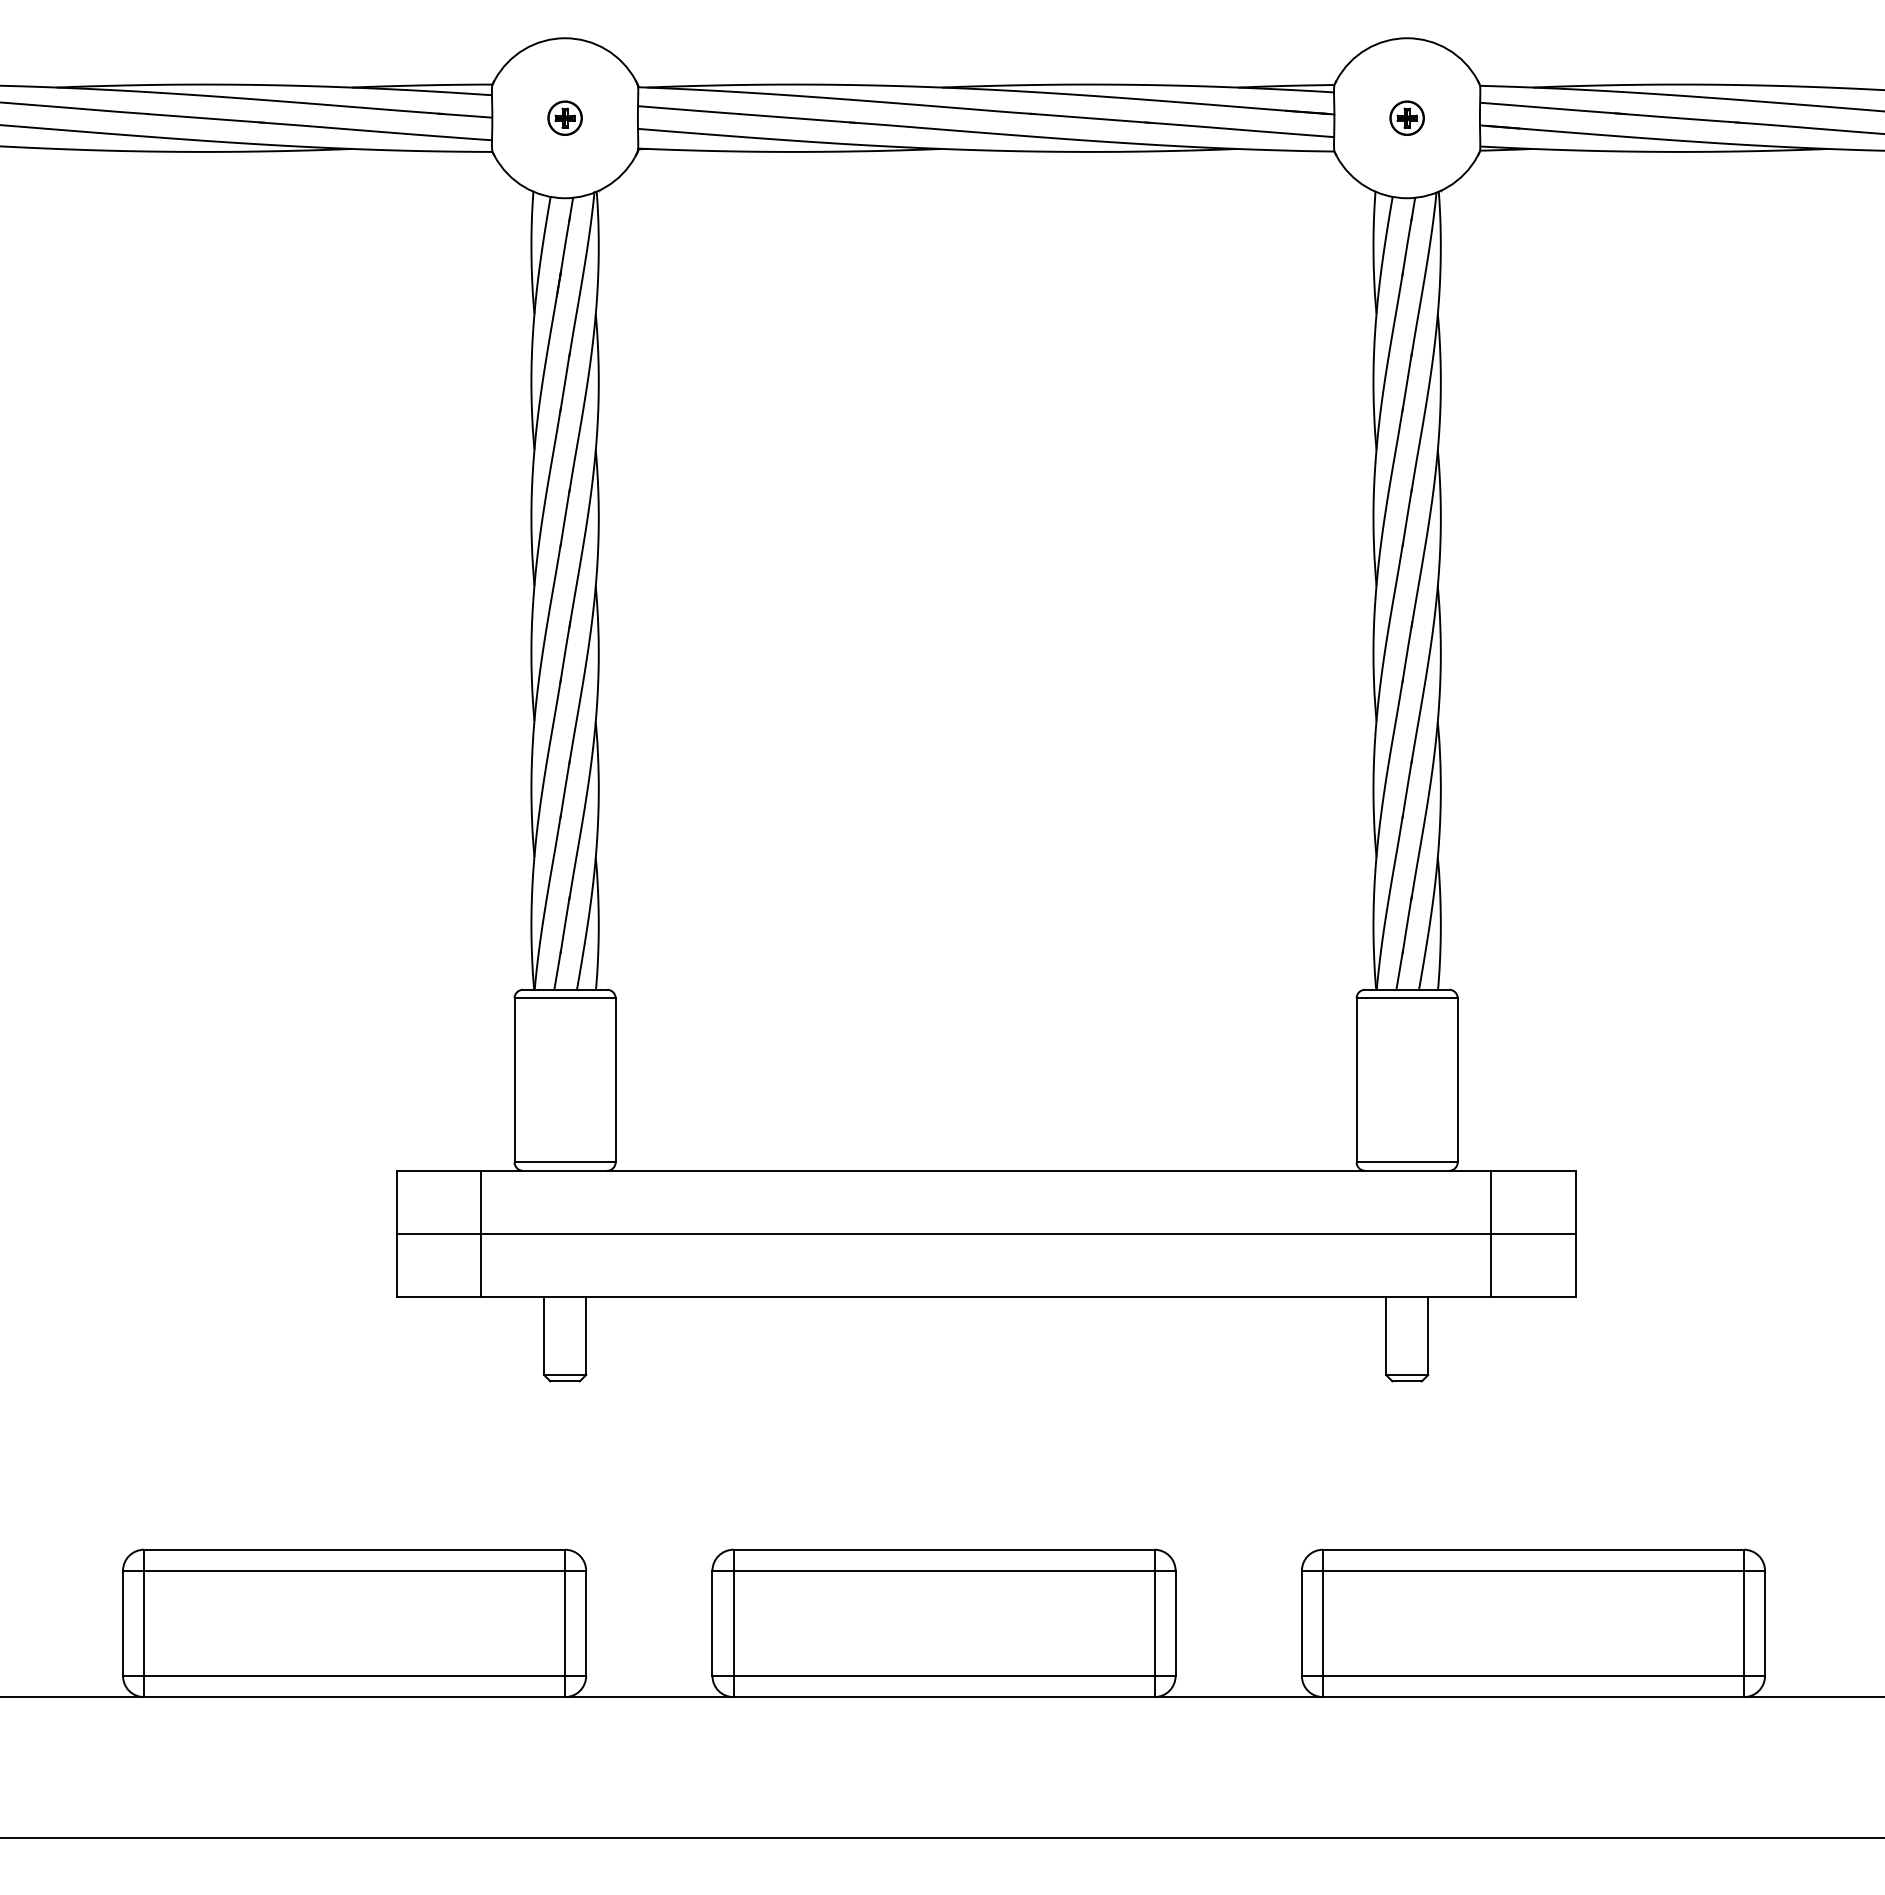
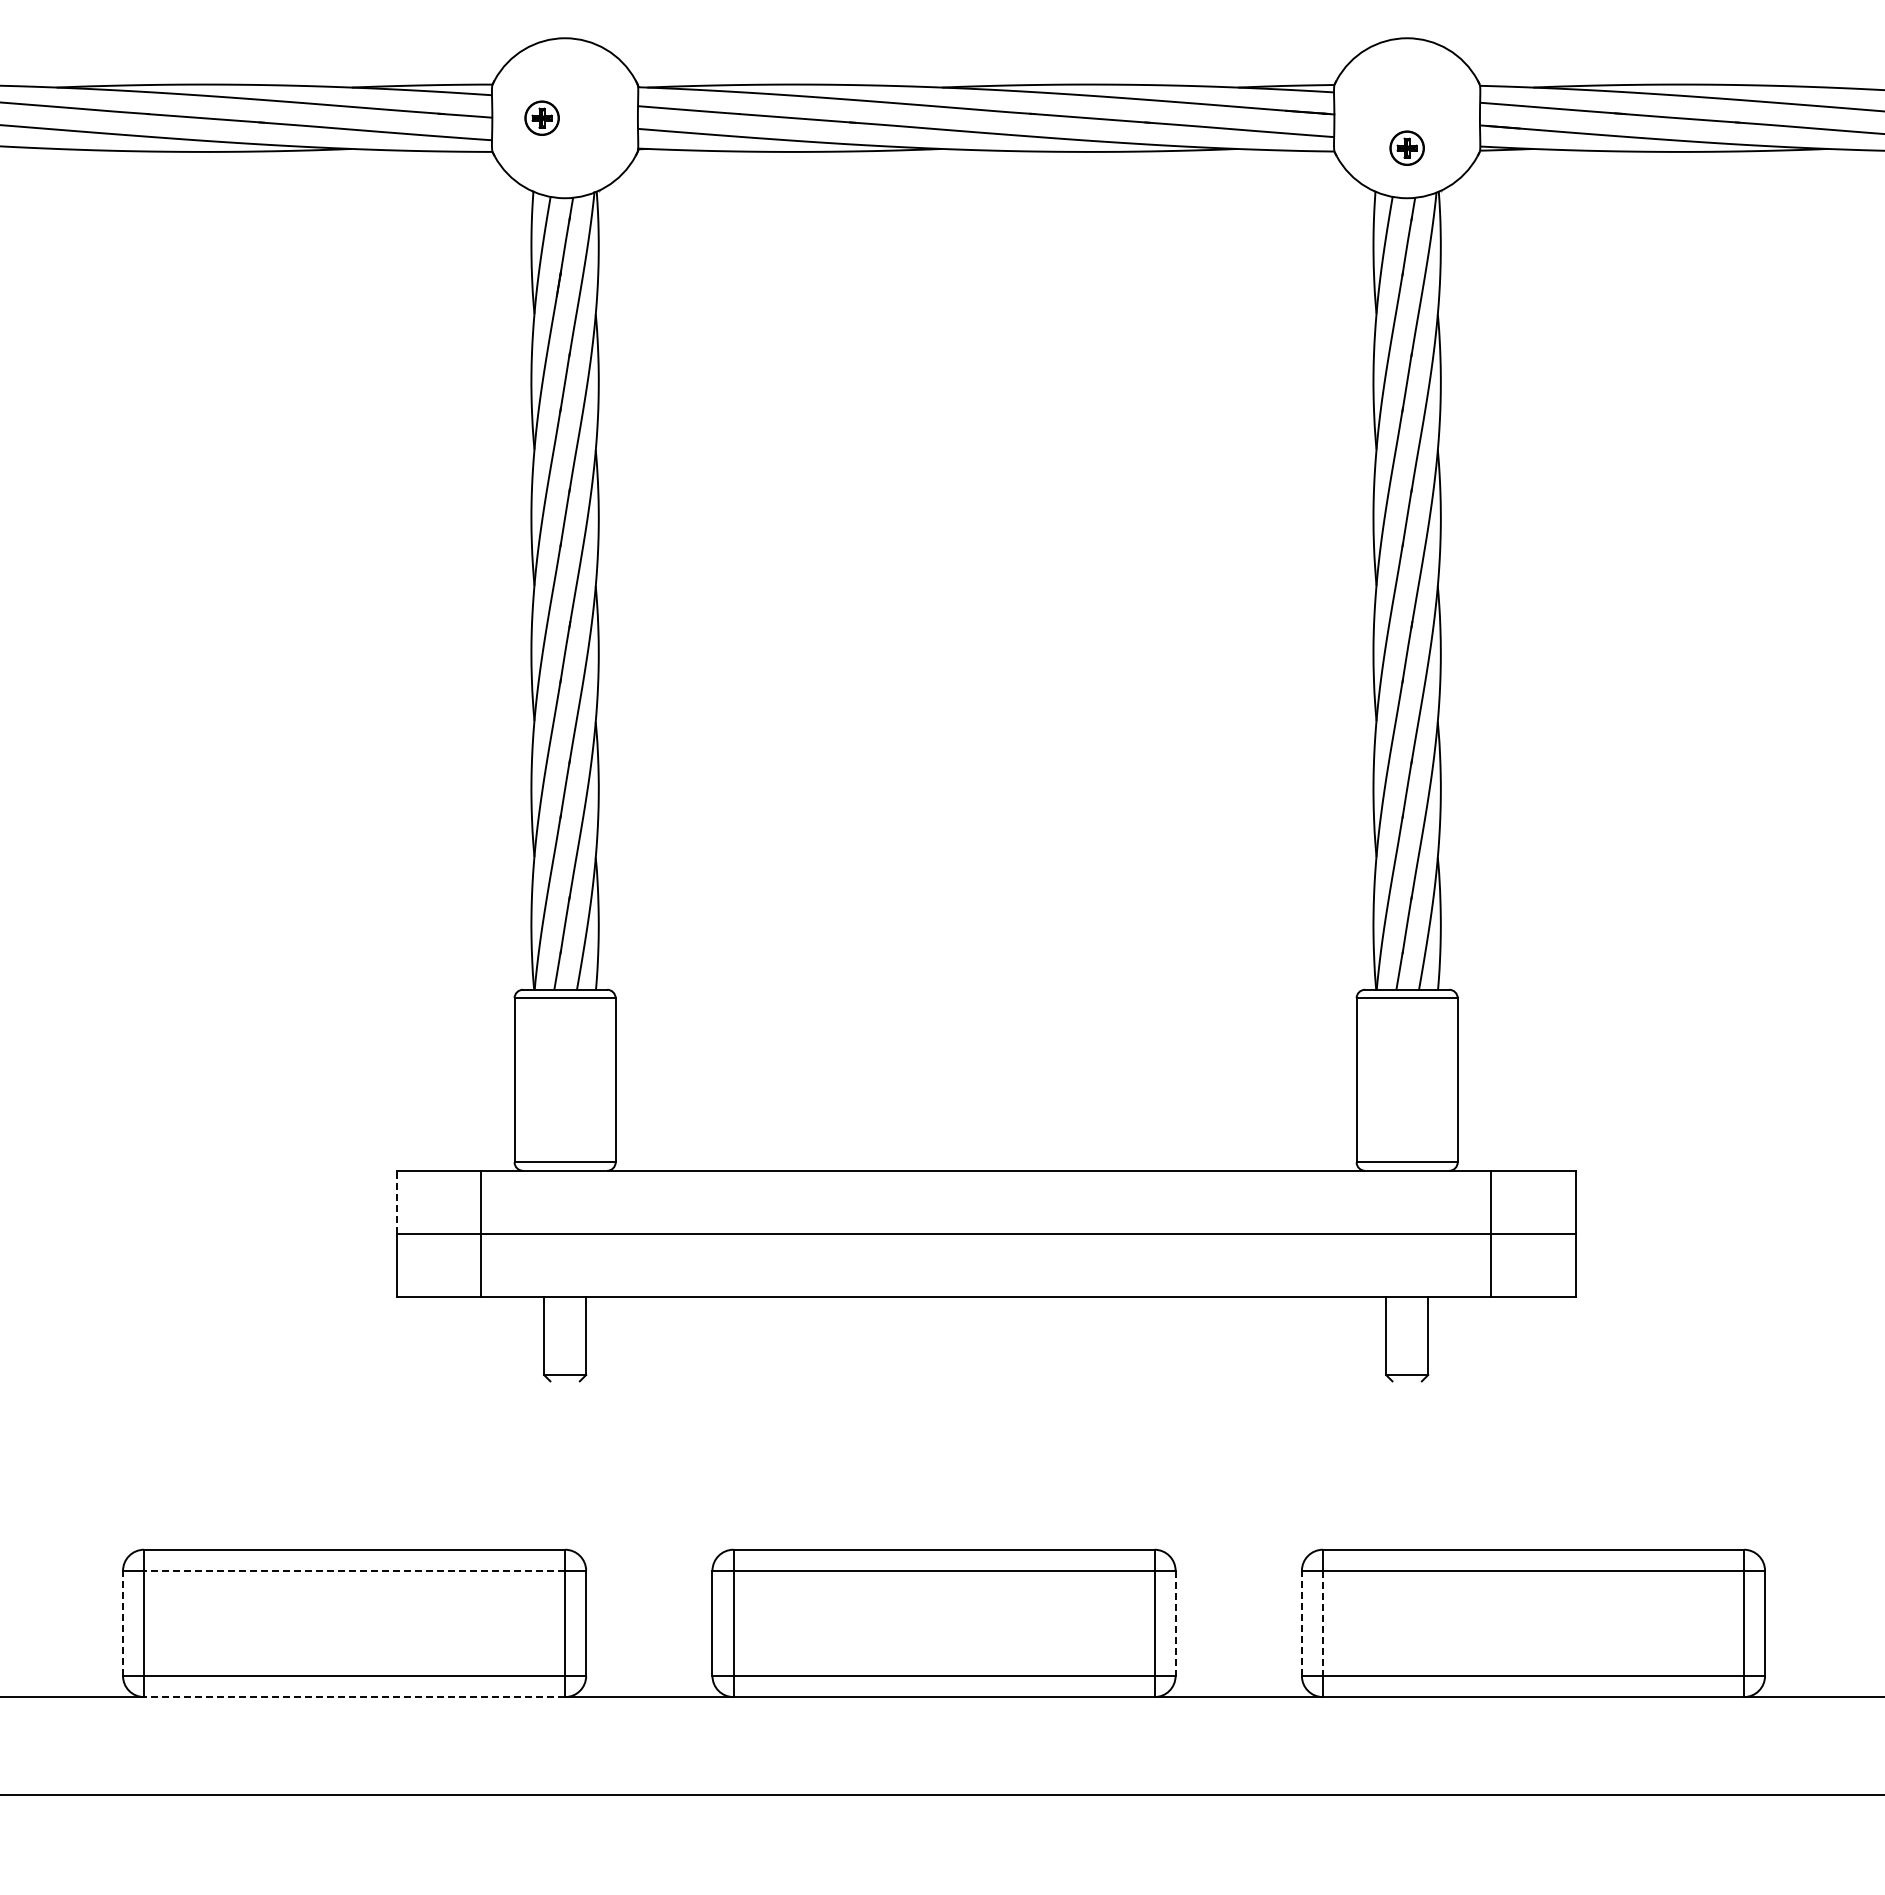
part at (564, 117) position: (564, 117) -> (541, 117)
part at (1406, 117) position: (1406, 117) -> (1406, 147)
line at (396, 1202): solid -> dashed
line at (564, 1381): present -> none
line at (1406, 1381): present -> none
line at (354, 1570): solid -> dashed
line at (123, 1623): solid -> dashed
line at (1175, 1623): solid -> dashed
line at (1301, 1623): solid -> dashed
line at (1322, 1623): solid -> dashed
line at (354, 1697): solid -> dashed
line at (941, 1838) position: (941, 1838) -> (941, 1795)
